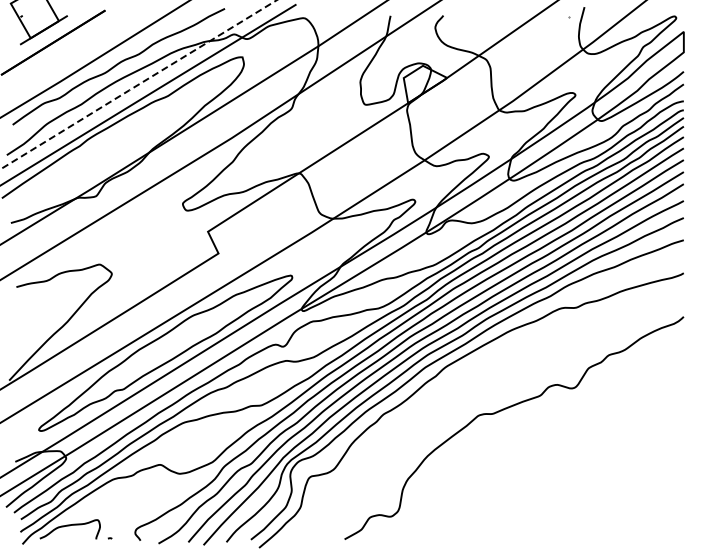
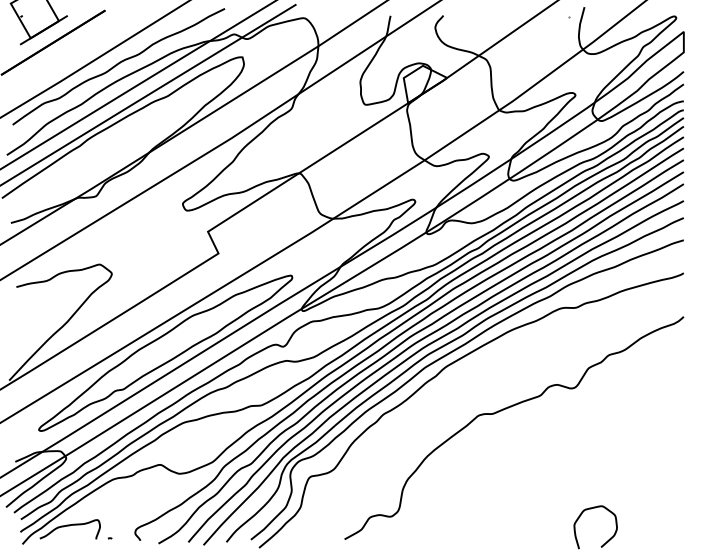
line at (138, 84): dashed -> solid
curve at (608, 539): none -> present
